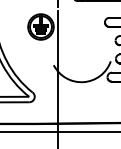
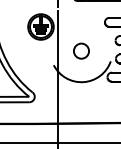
circle at (81, 50): none -> present
line at (59, 131) position: (59, 131) -> (59, 142)
